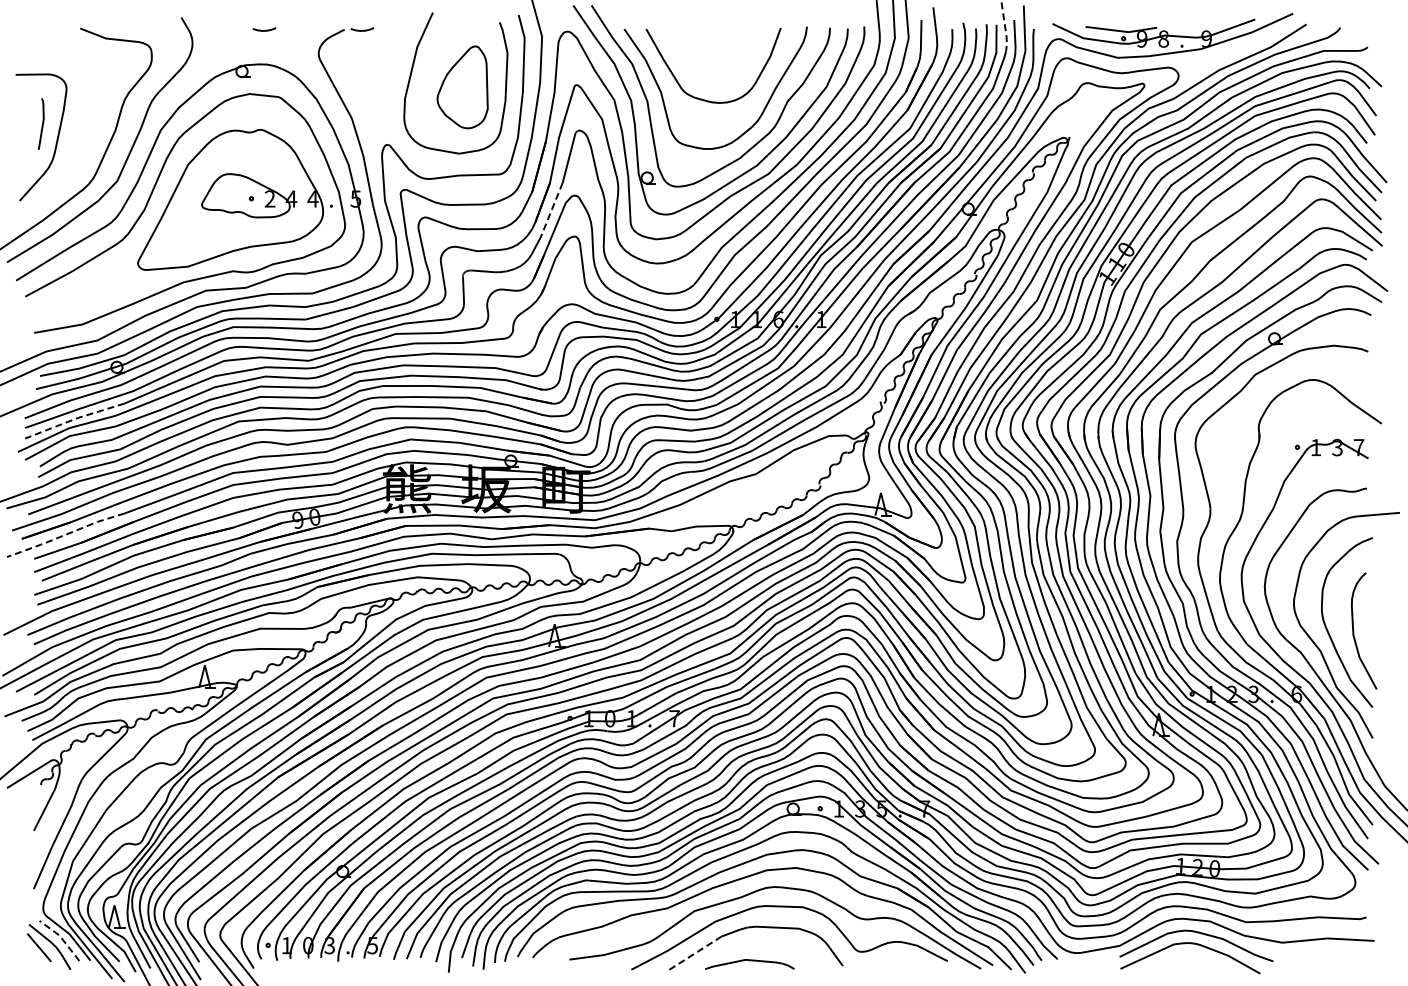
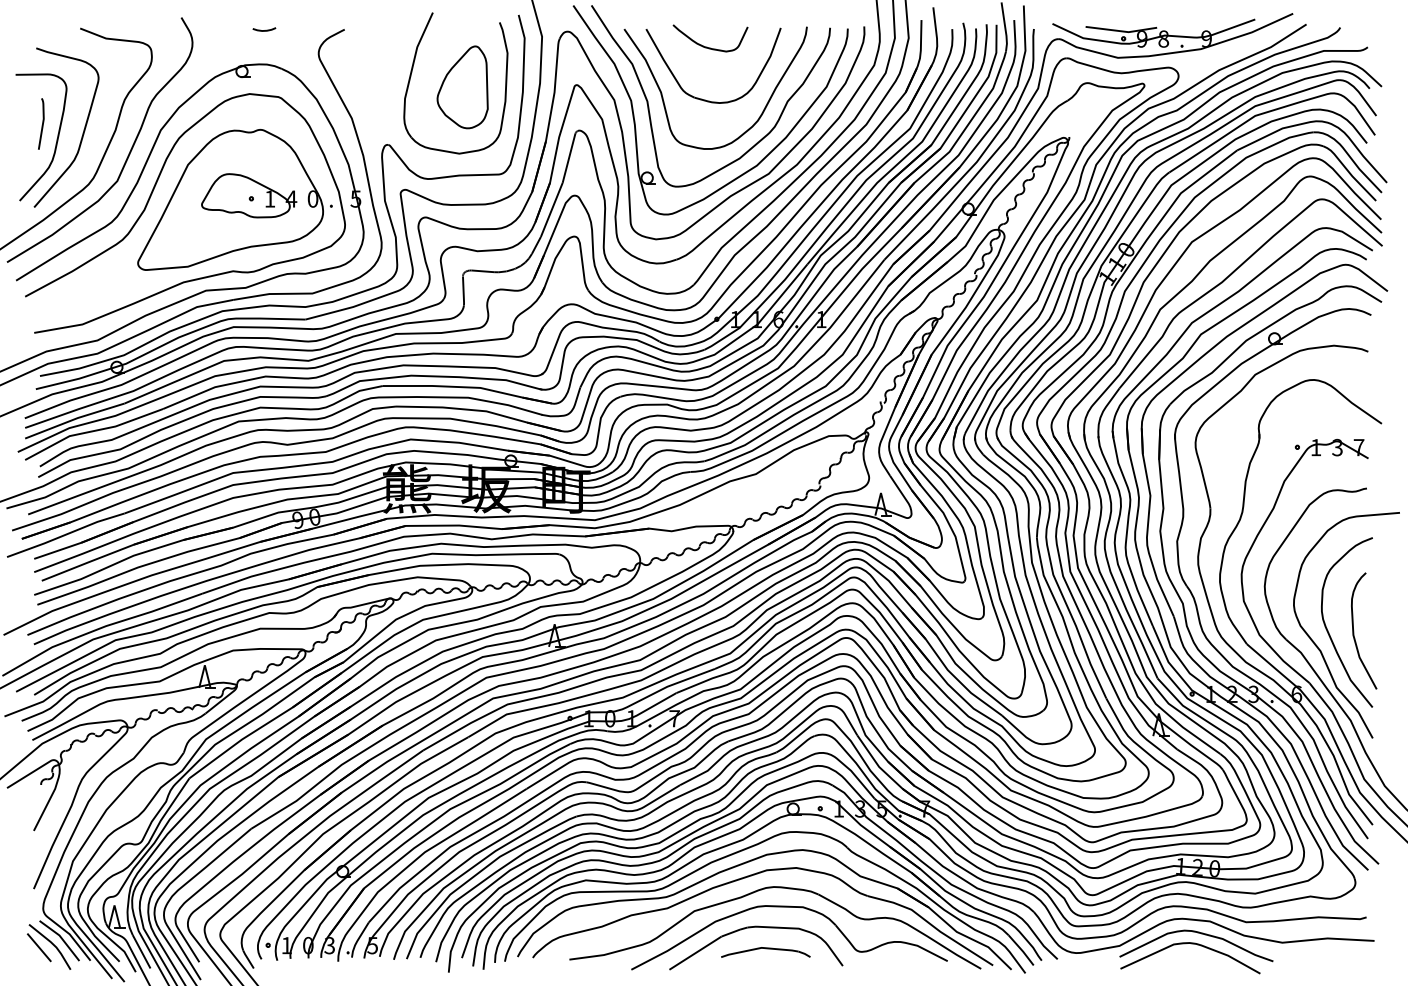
line at (1005, 28): dashed -> solid
curve at (362, 30): present -> none
curve at (707, 46): none -> present
part at (82, 132): none -> present
text at (269, 198): 2 -> 1
text at (312, 198): 4 -> 0
line at (551, 210): dashed -> solid
line at (75, 419): dashed -> solid
line at (65, 534): dashed -> solid
line at (61, 937): dashed -> solid
line at (695, 953): dashed -> solid
part at (749, 964) position: (749, 964) -> (765, 952)
